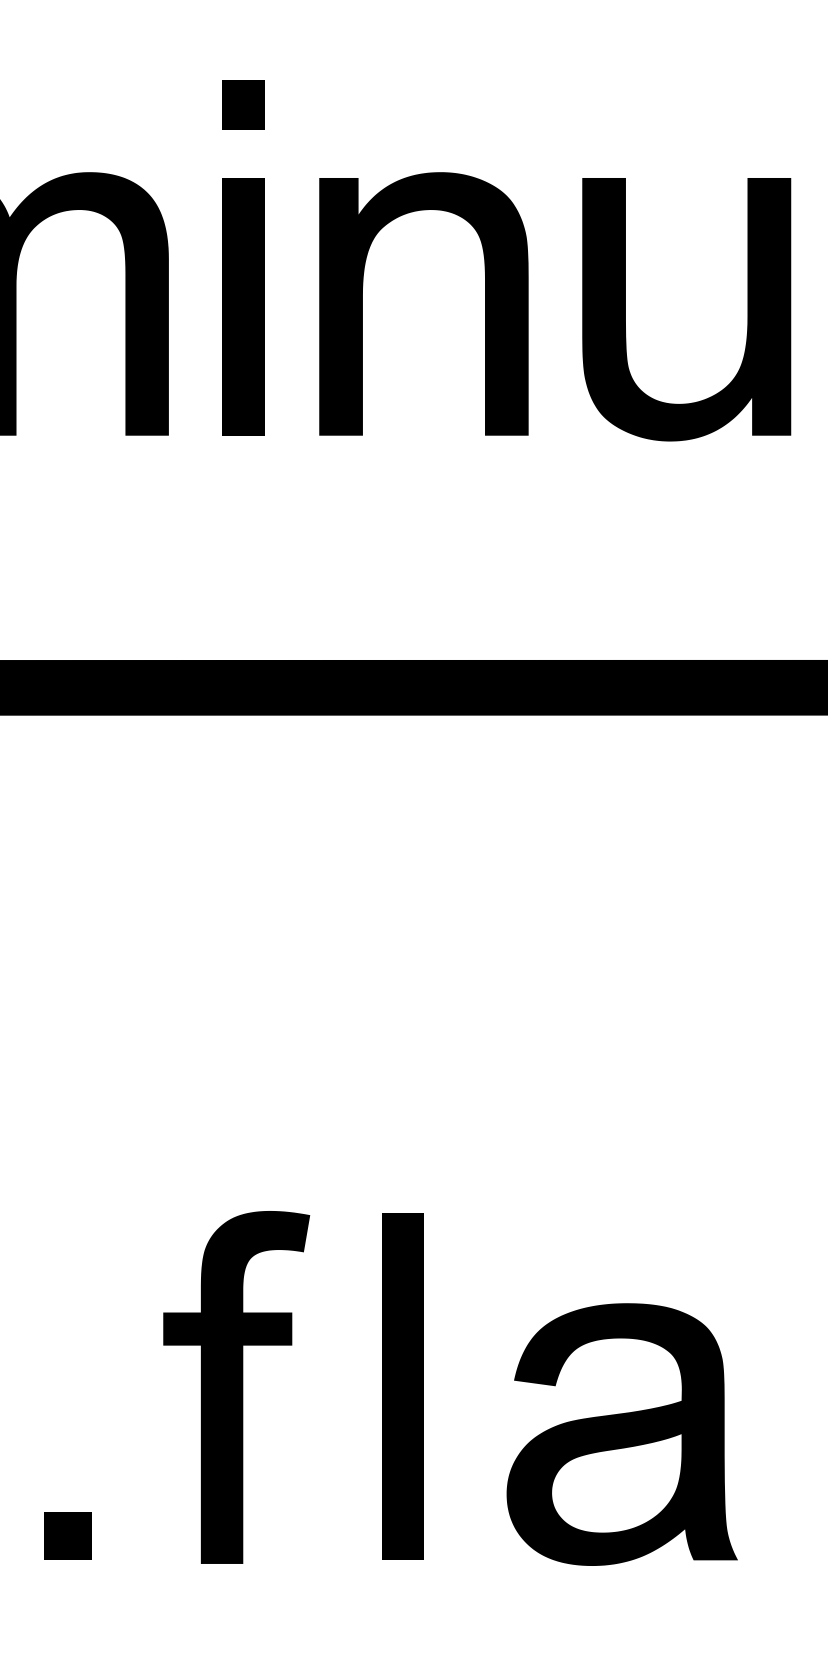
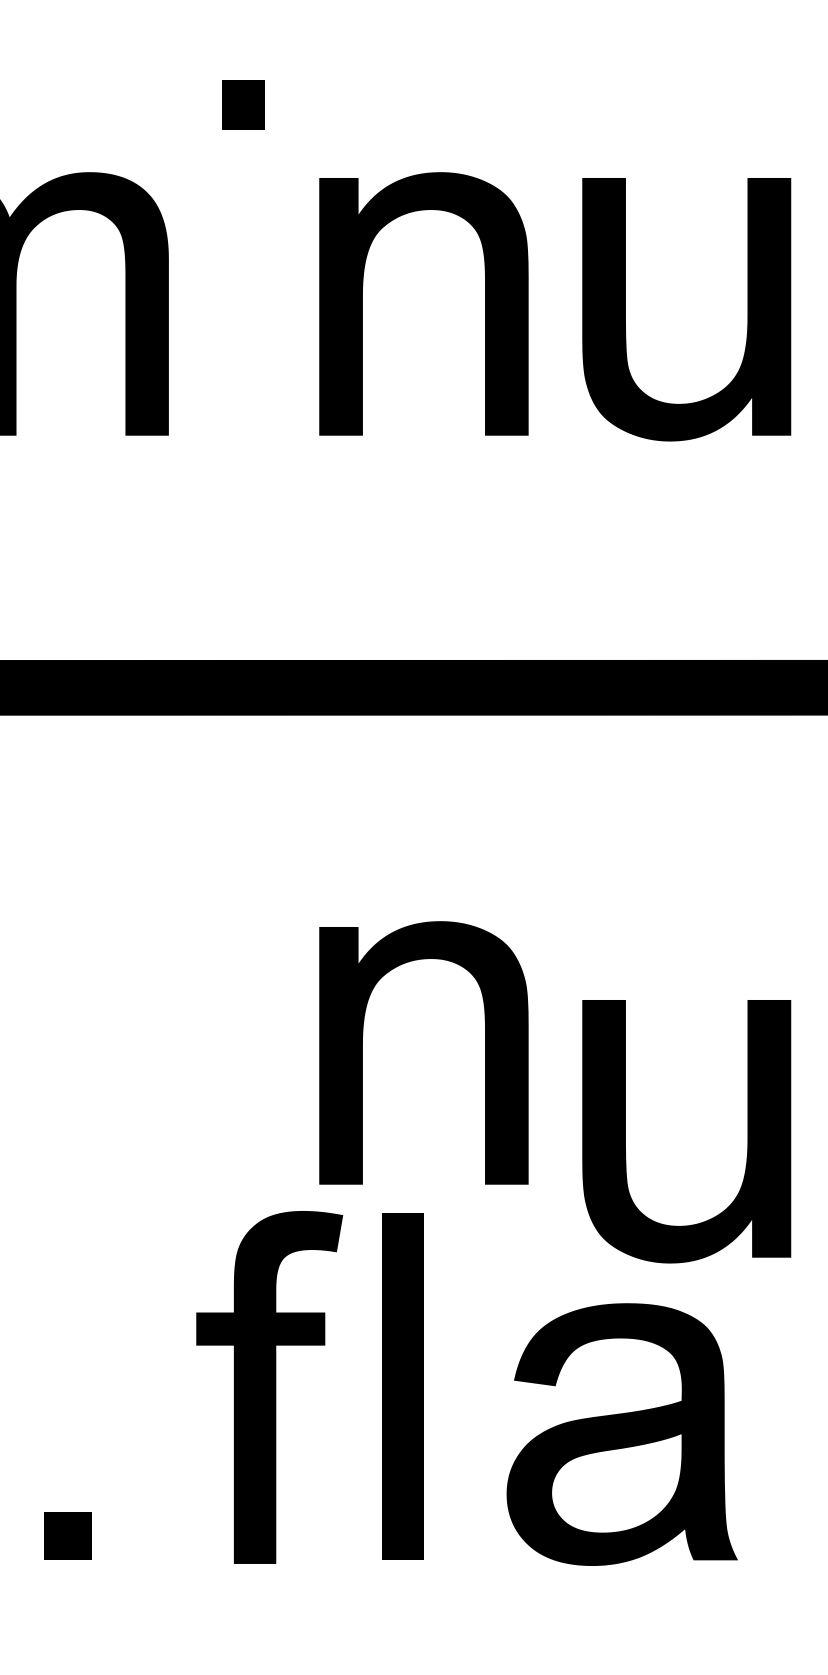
fill at (243, 306): present -> none
part at (362, 1052): none -> present
part at (625, 1131): none -> present
part at (236, 1387) position: (236, 1387) -> (269, 1387)
